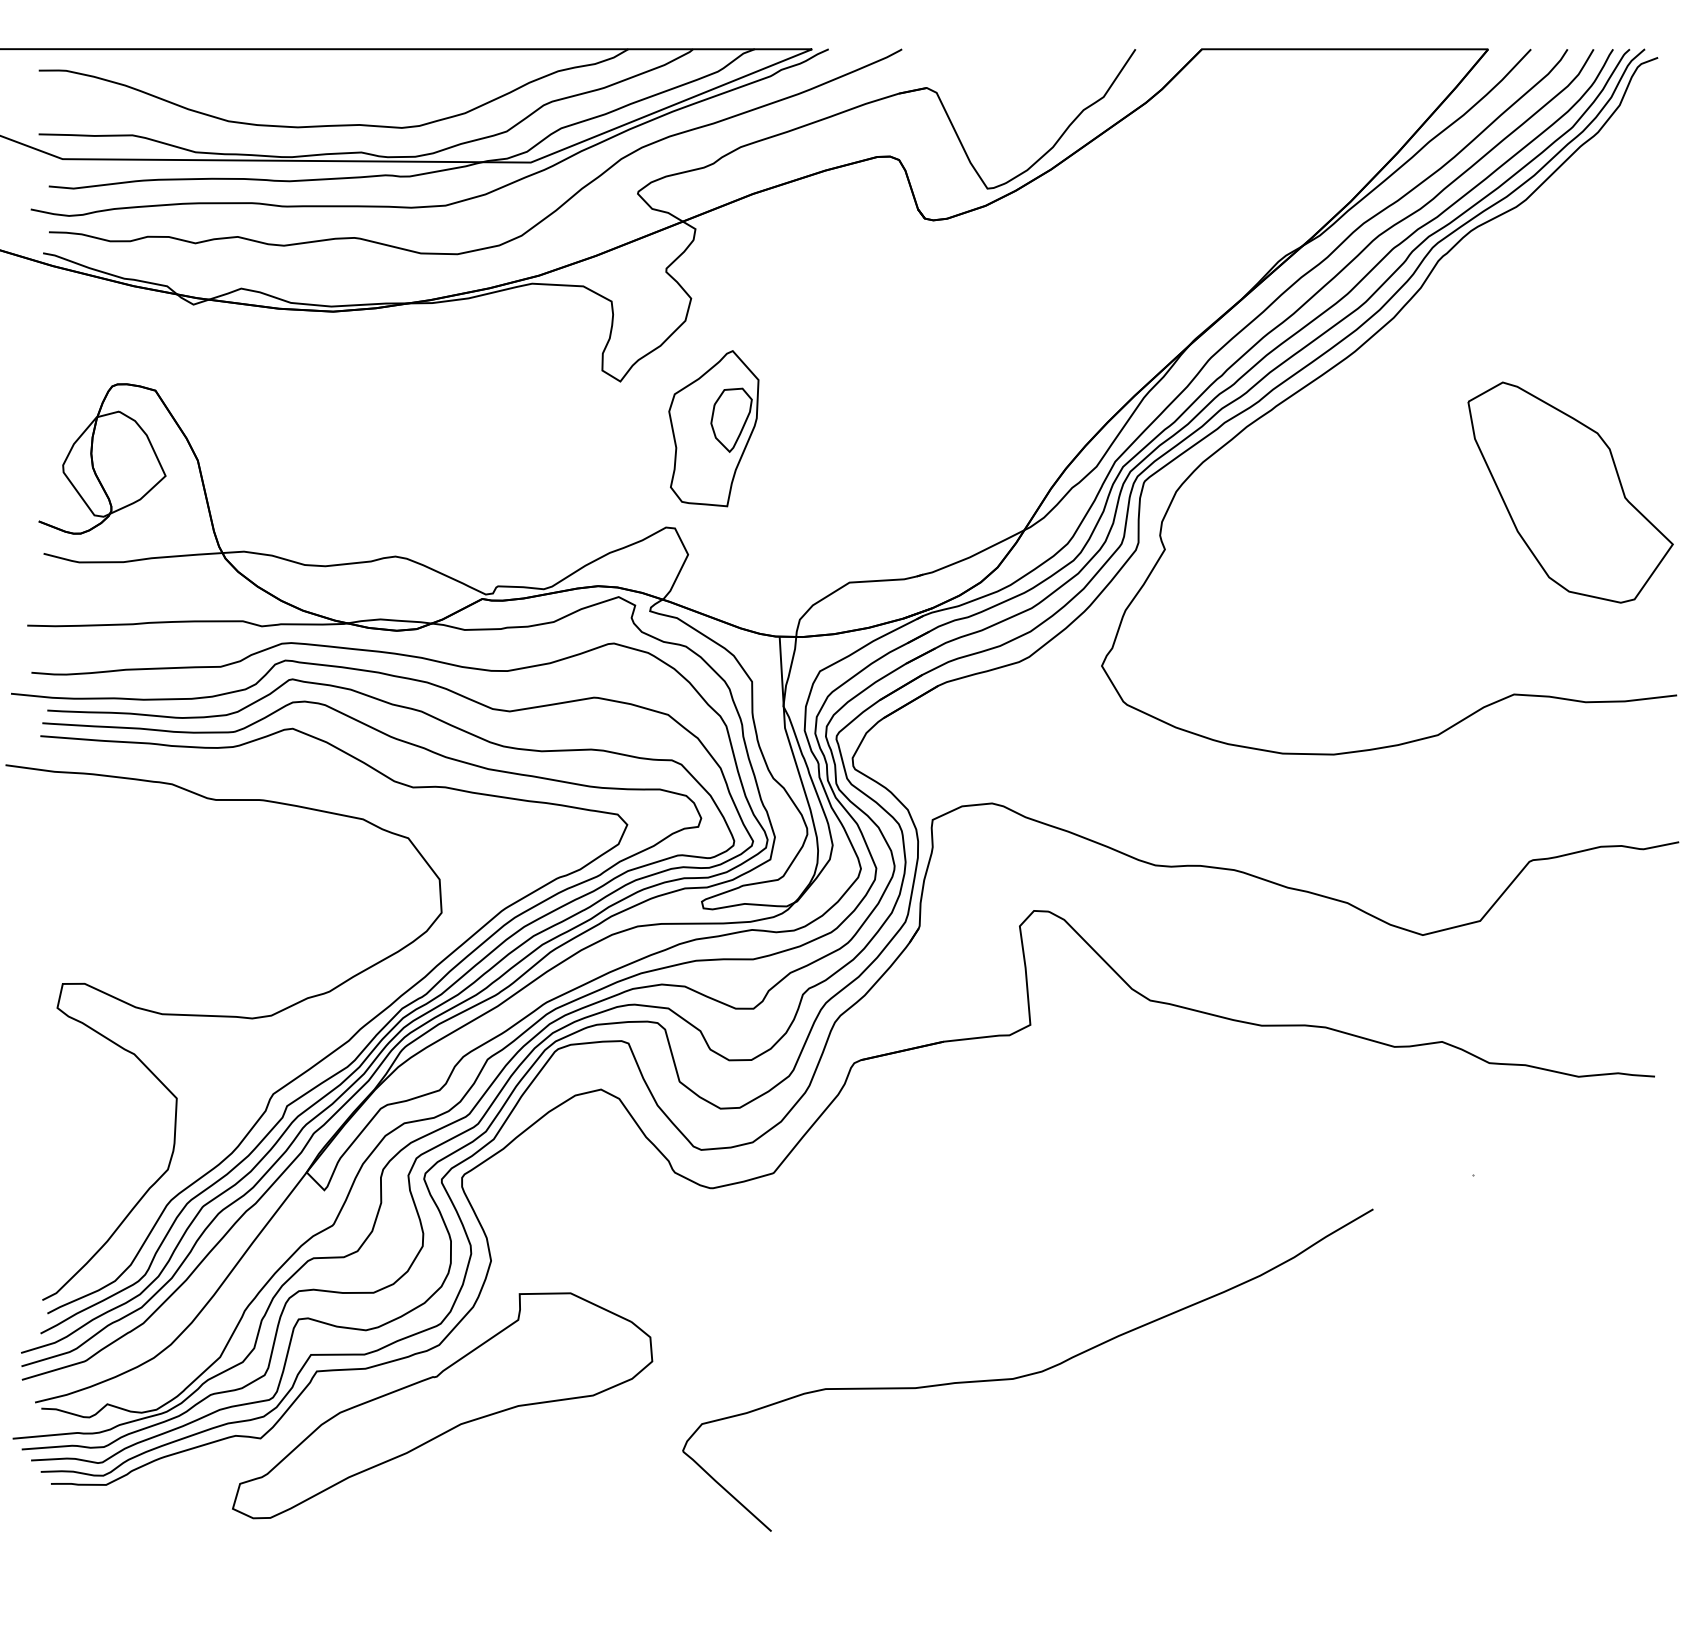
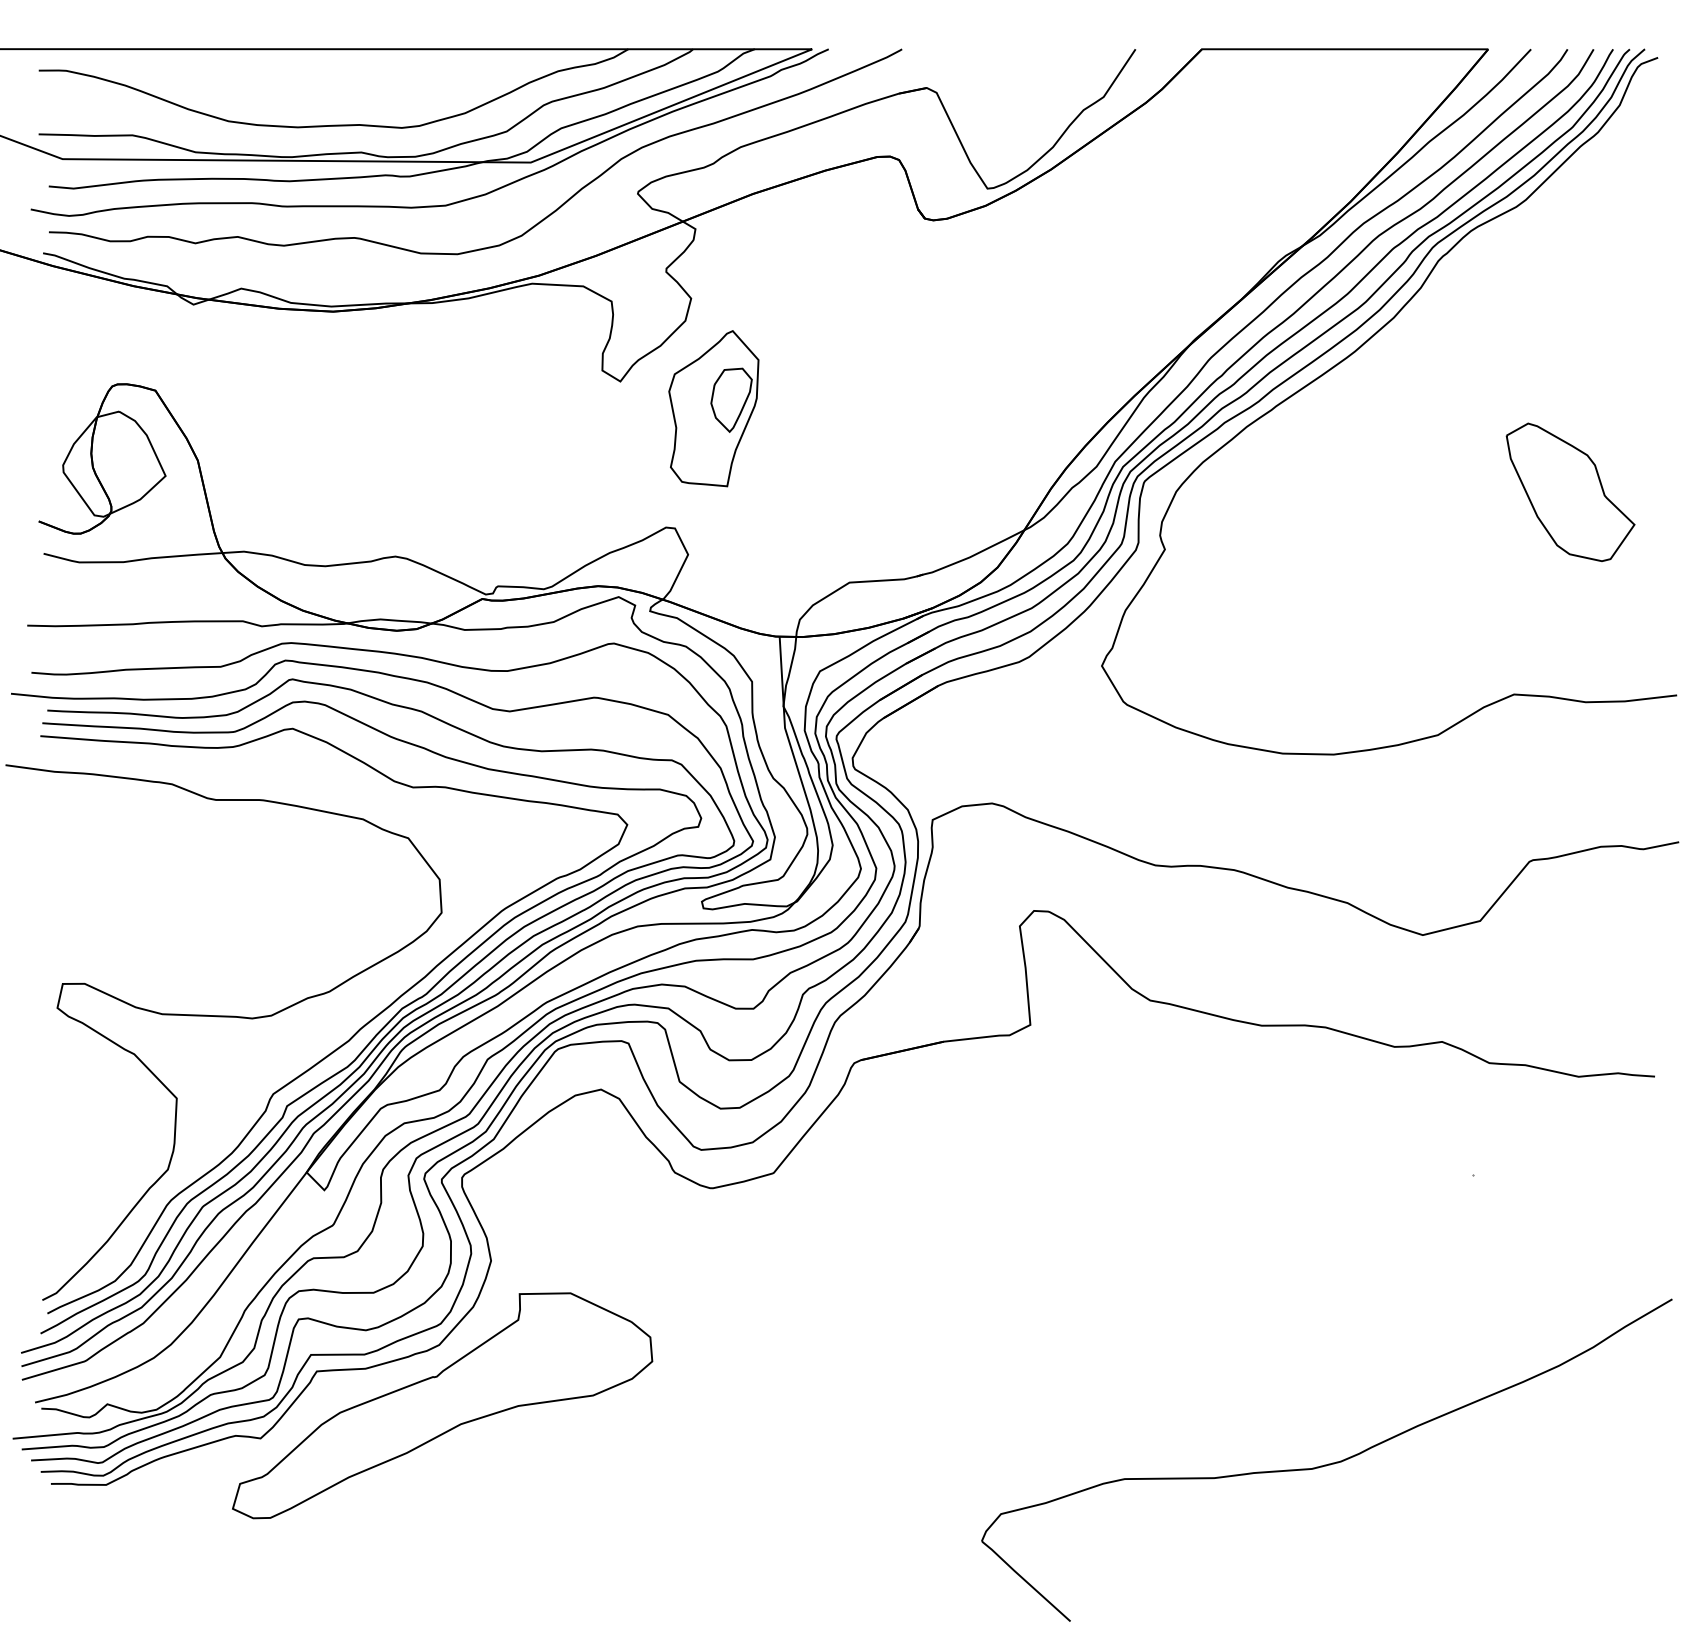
part at (713, 428) position: (713, 428) -> (713, 408)
part at (1570, 492) size: 207x223 px -> 131x140 px
curve at (1029, 1373) position: (1029, 1373) -> (1328, 1463)
